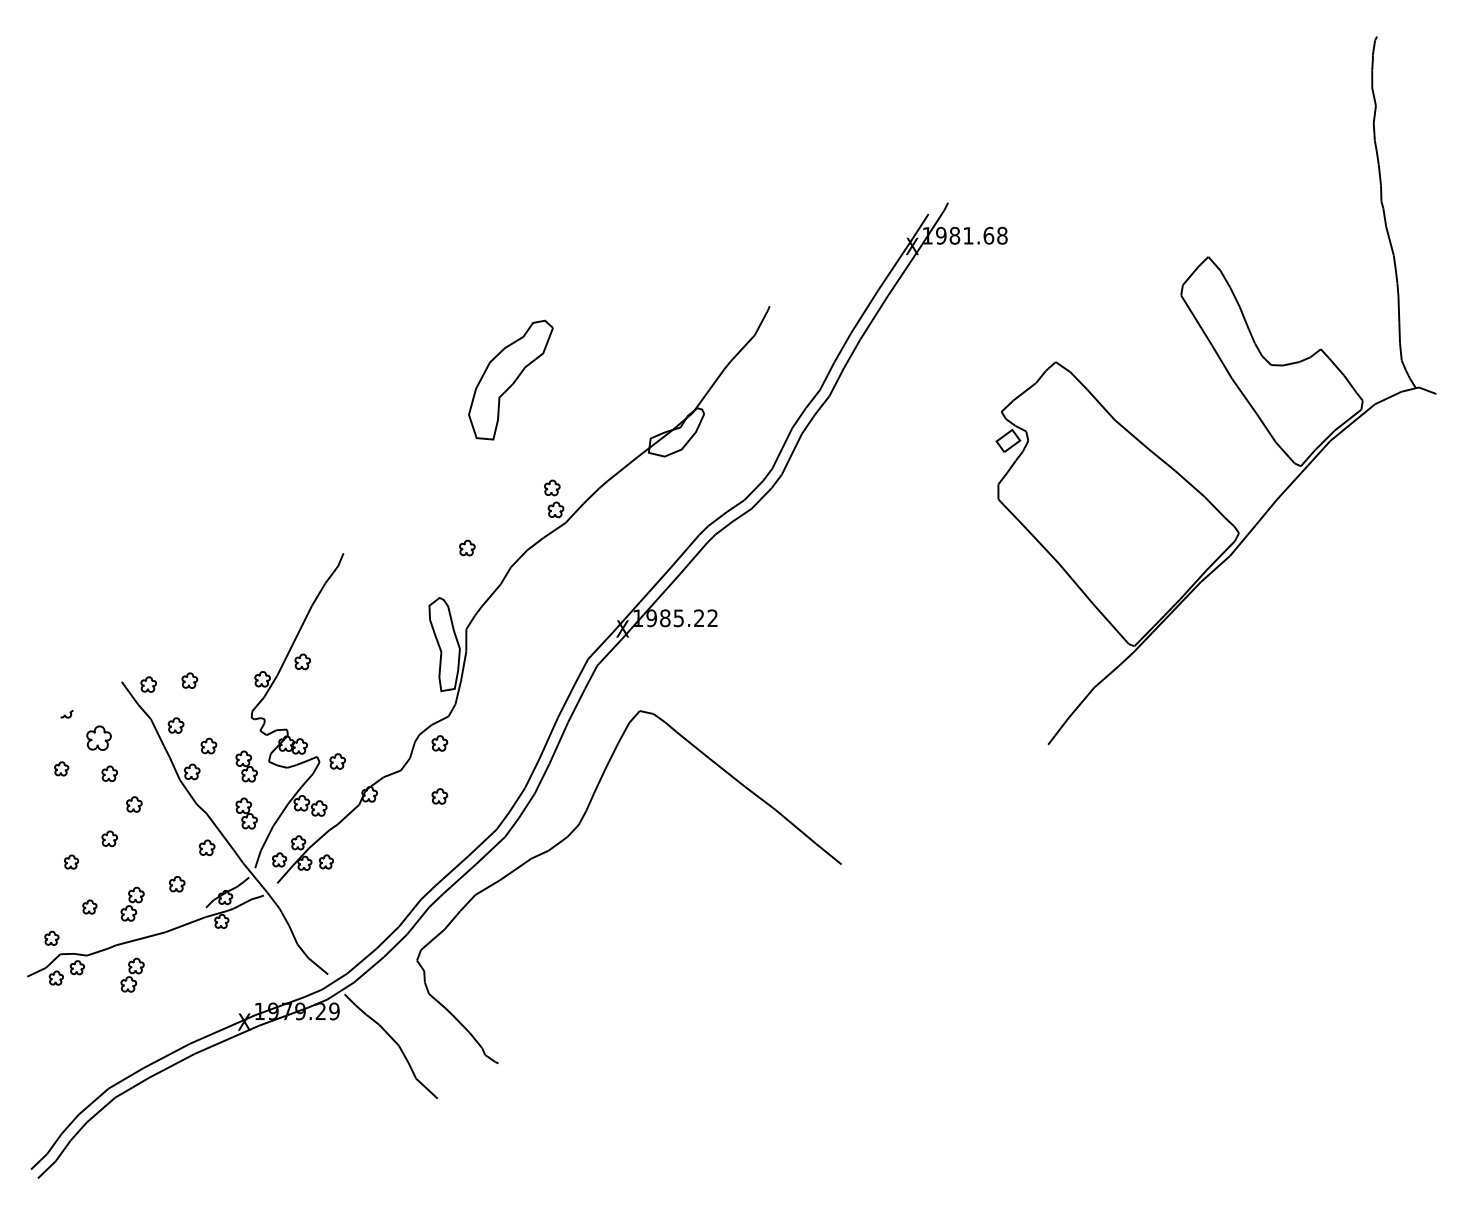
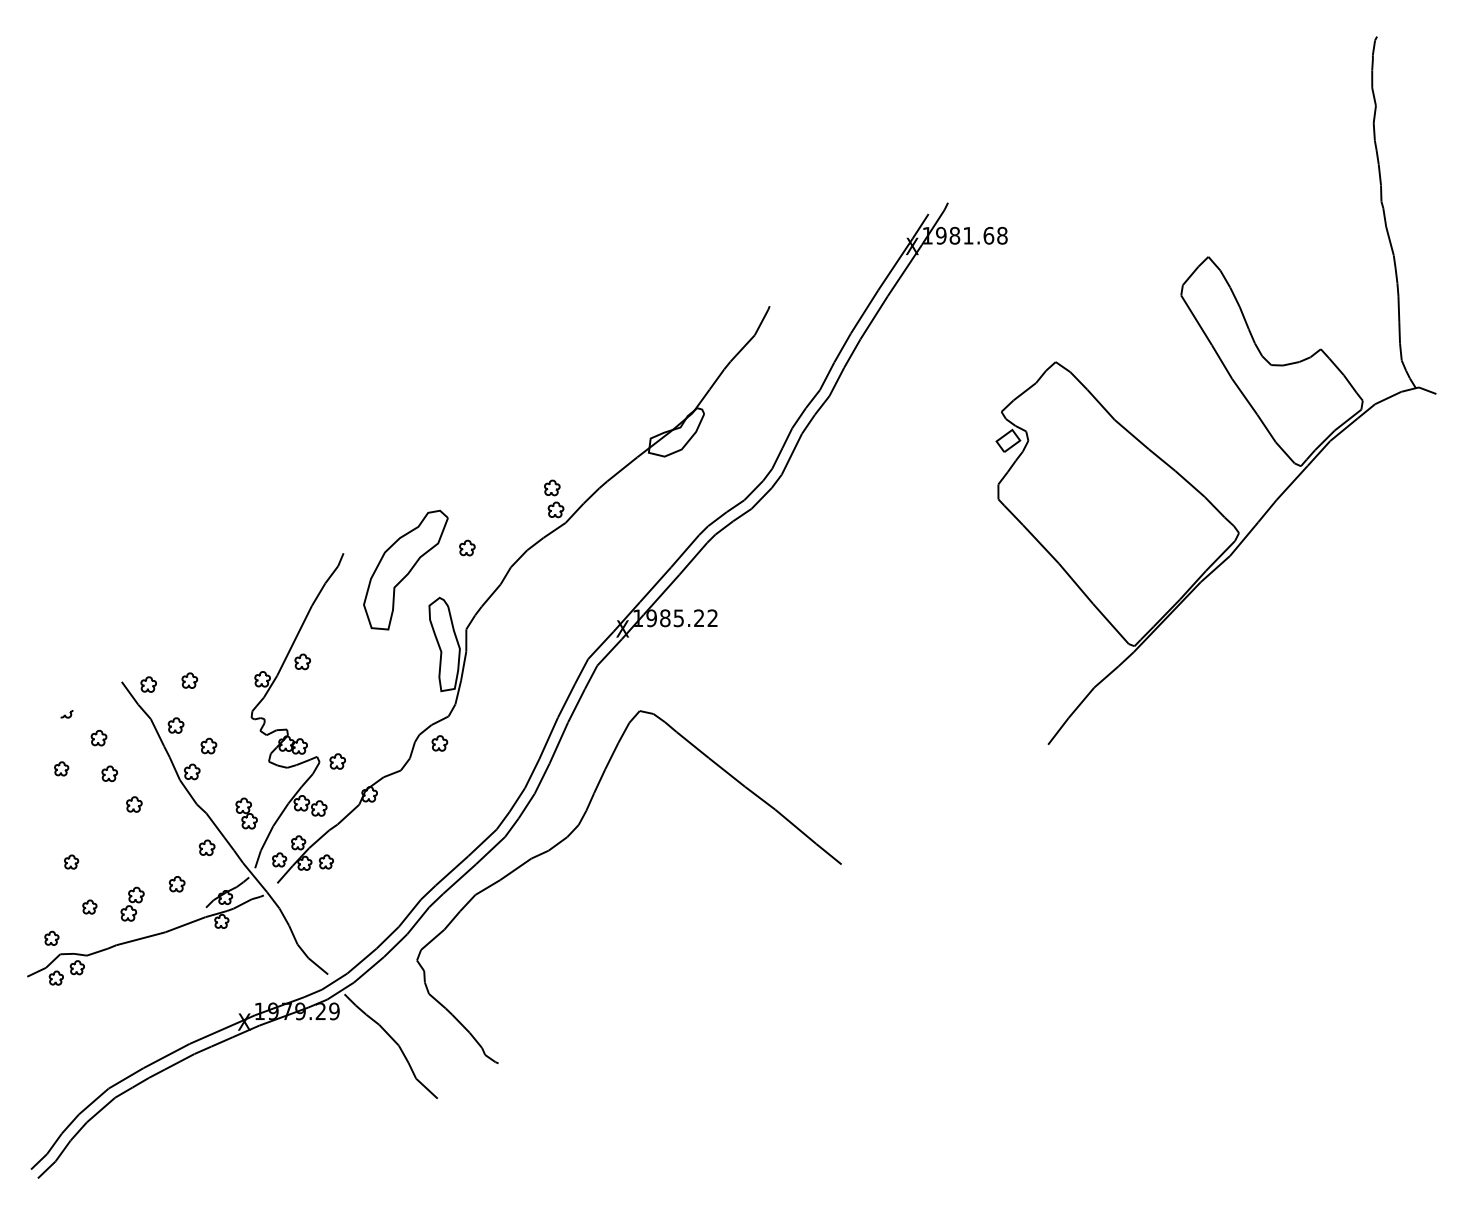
part at (510, 379) position: (510, 379) -> (405, 569)
part at (98, 737) size: 26x26 px -> 18x18 px
part at (246, 766): present -> none
part at (439, 796): present -> none
part at (109, 838): present -> none
part at (132, 974): present -> none
